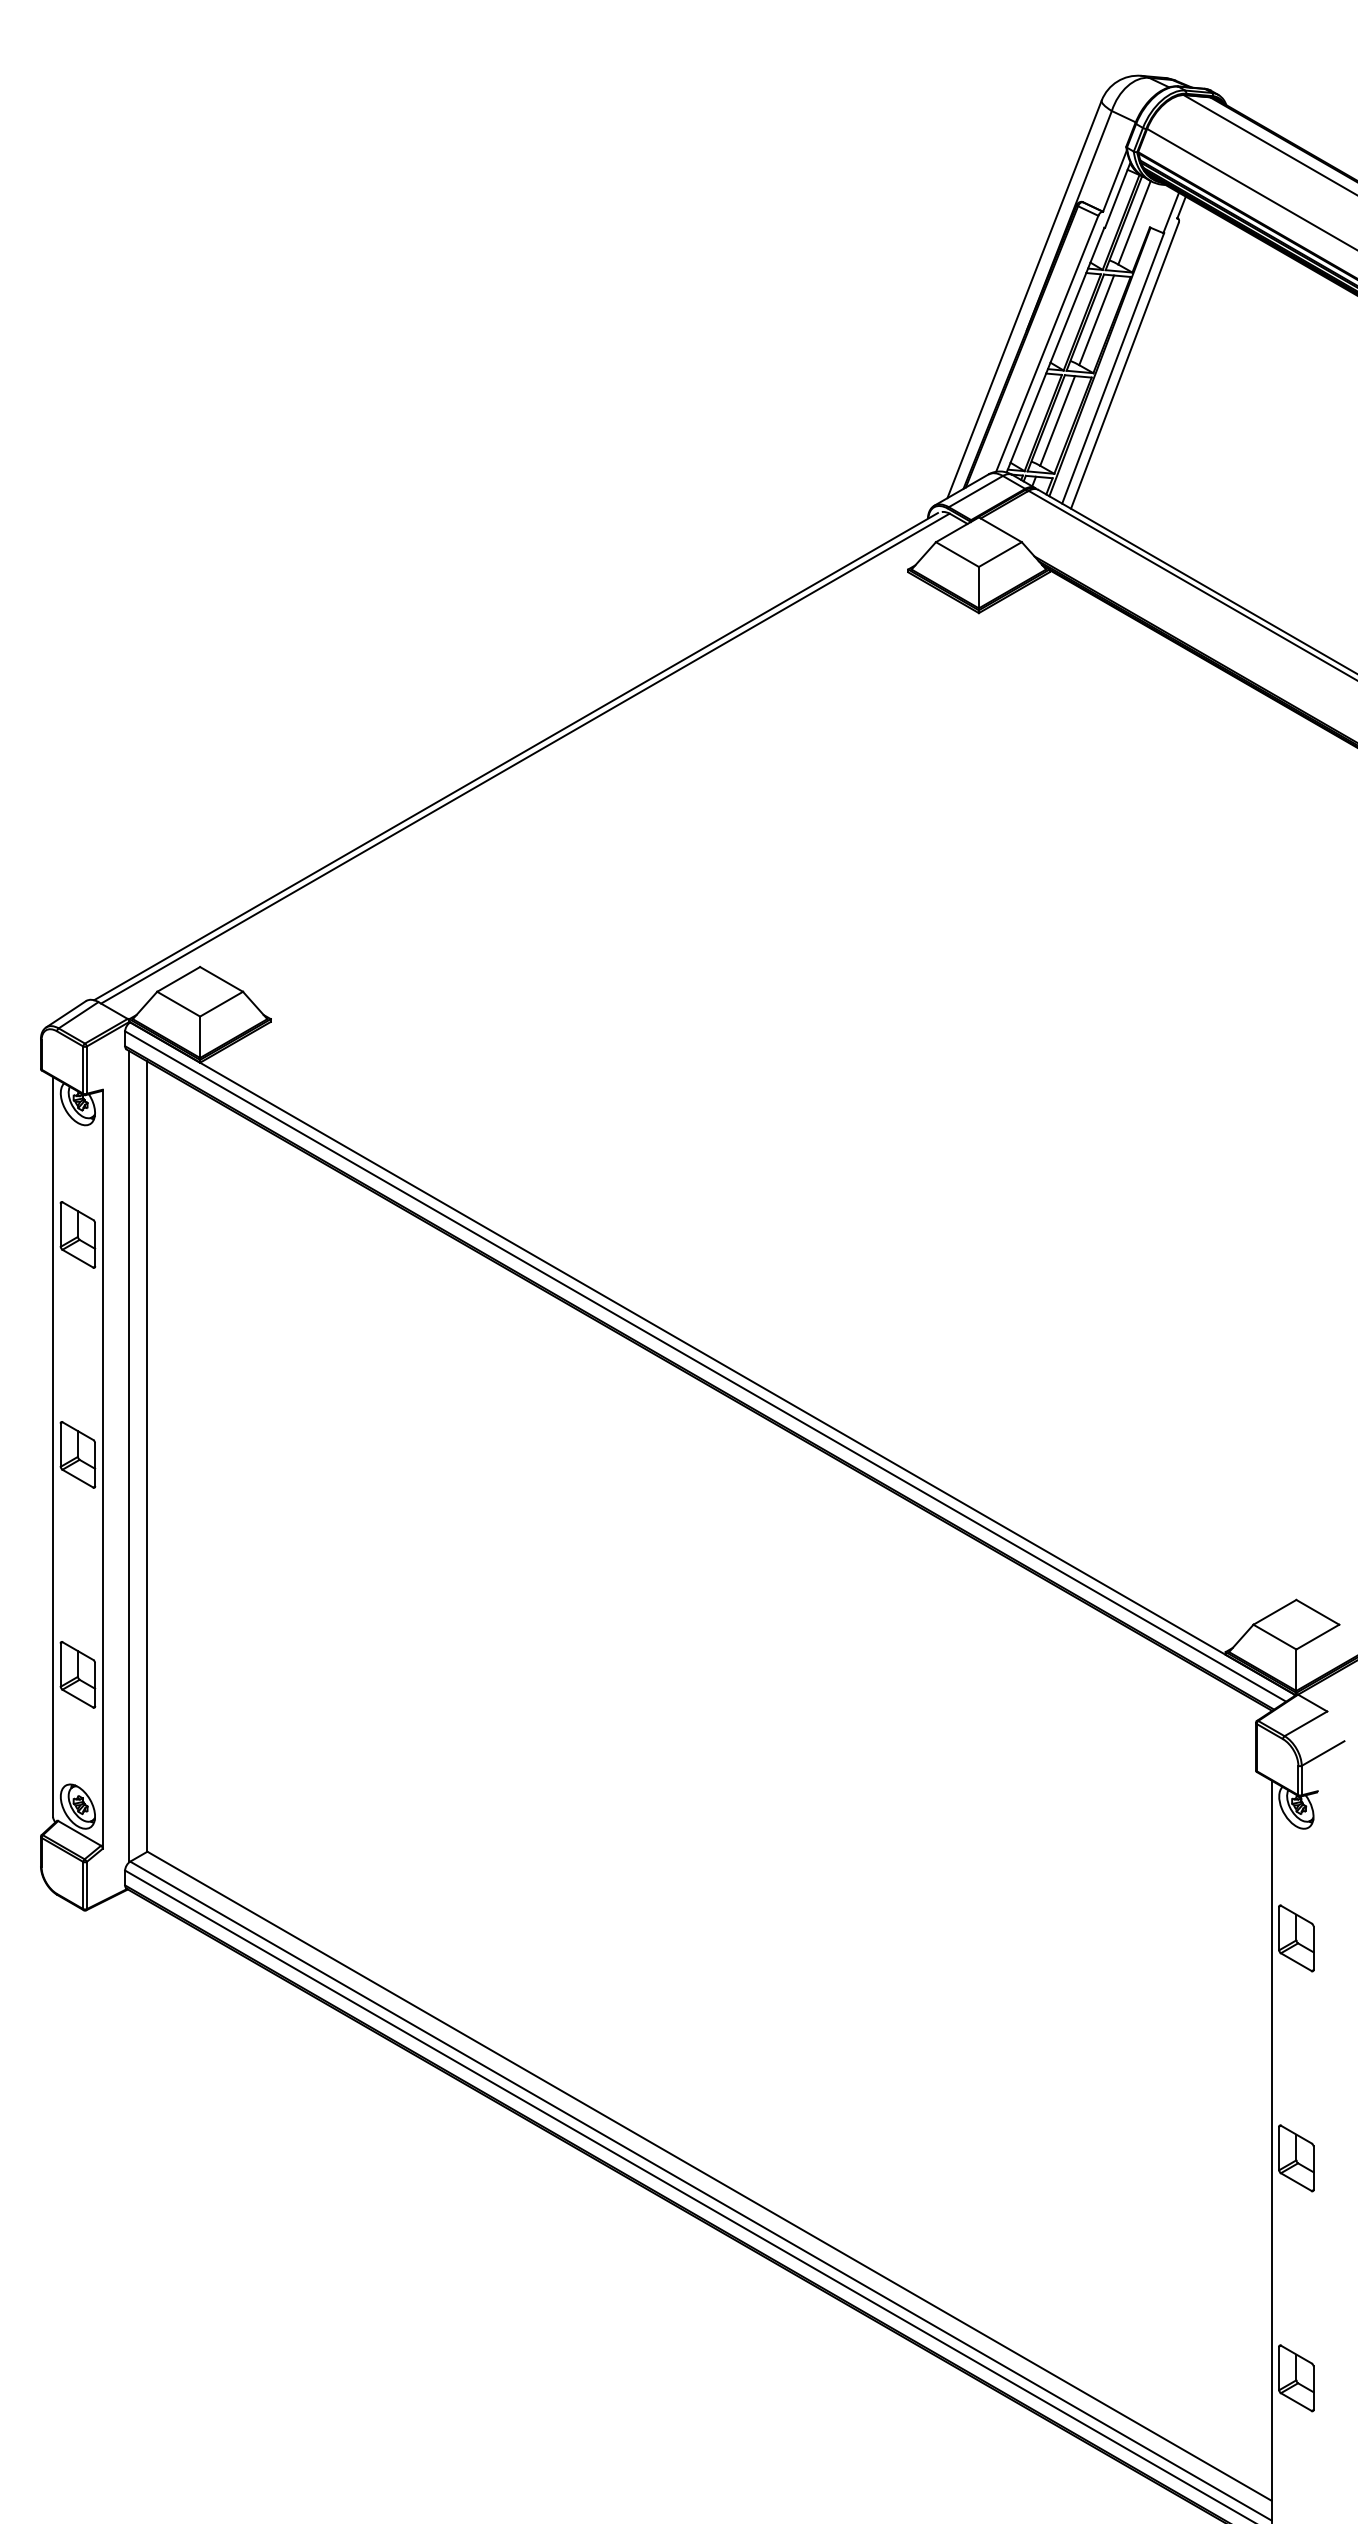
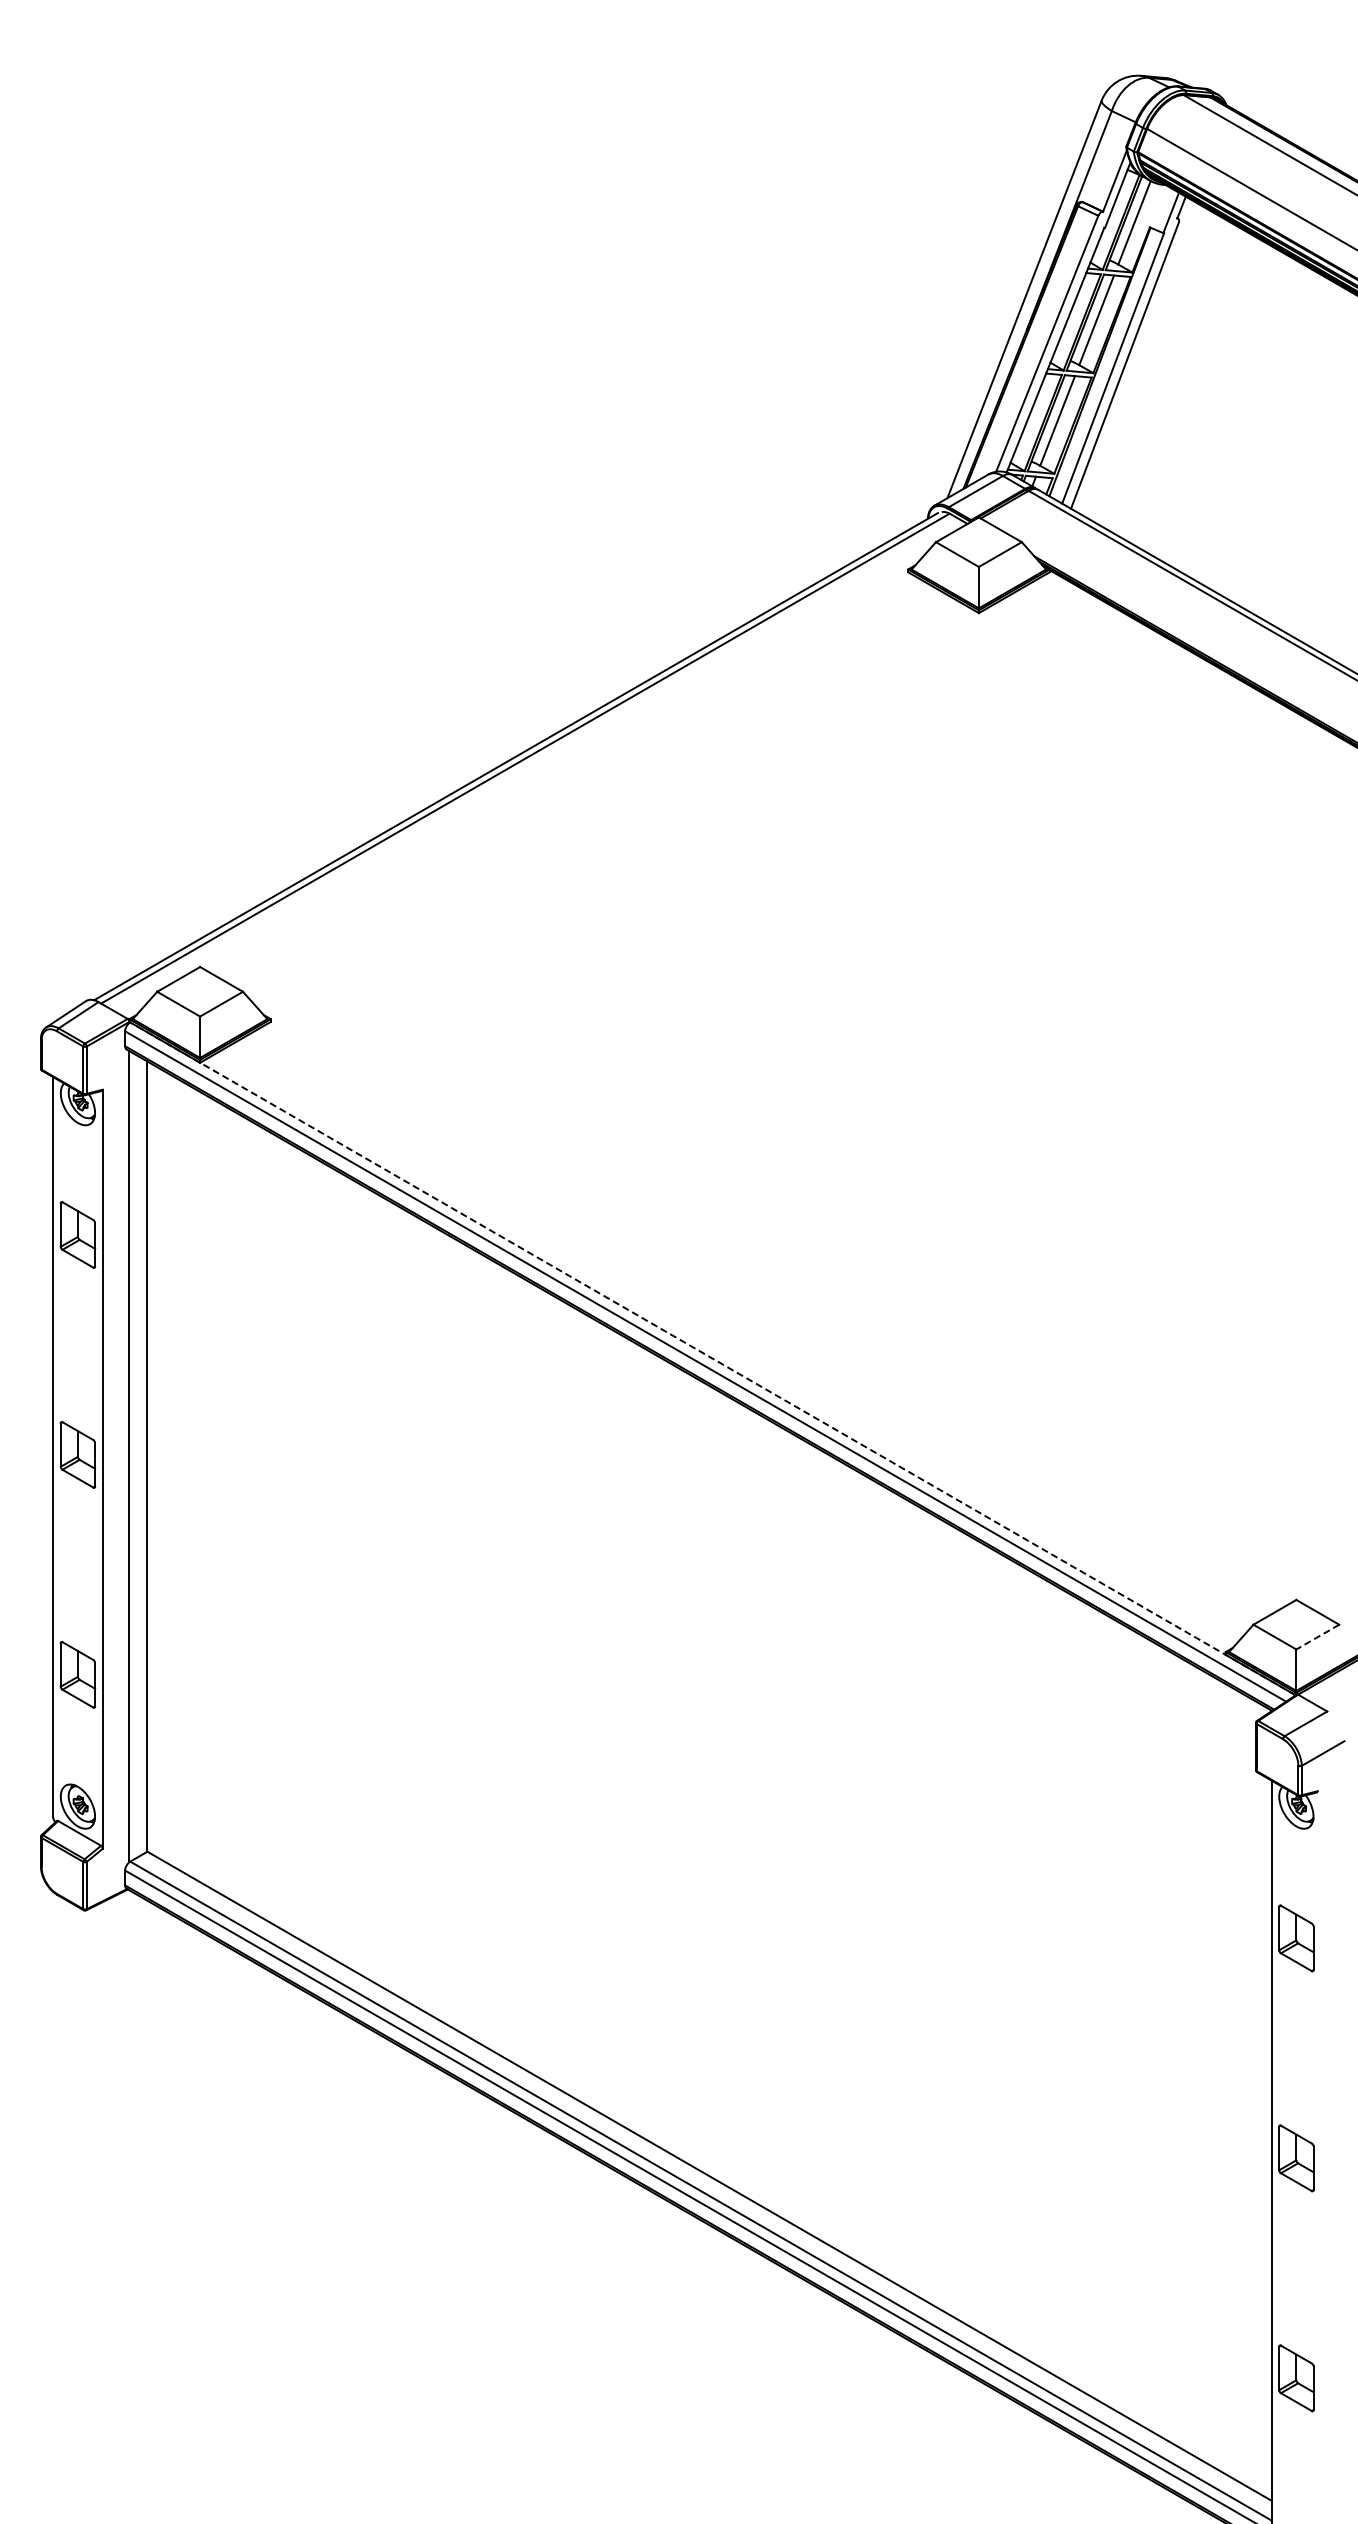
line at (712, 1358): solid -> dashed
line at (1317, 1637): solid -> dashed
